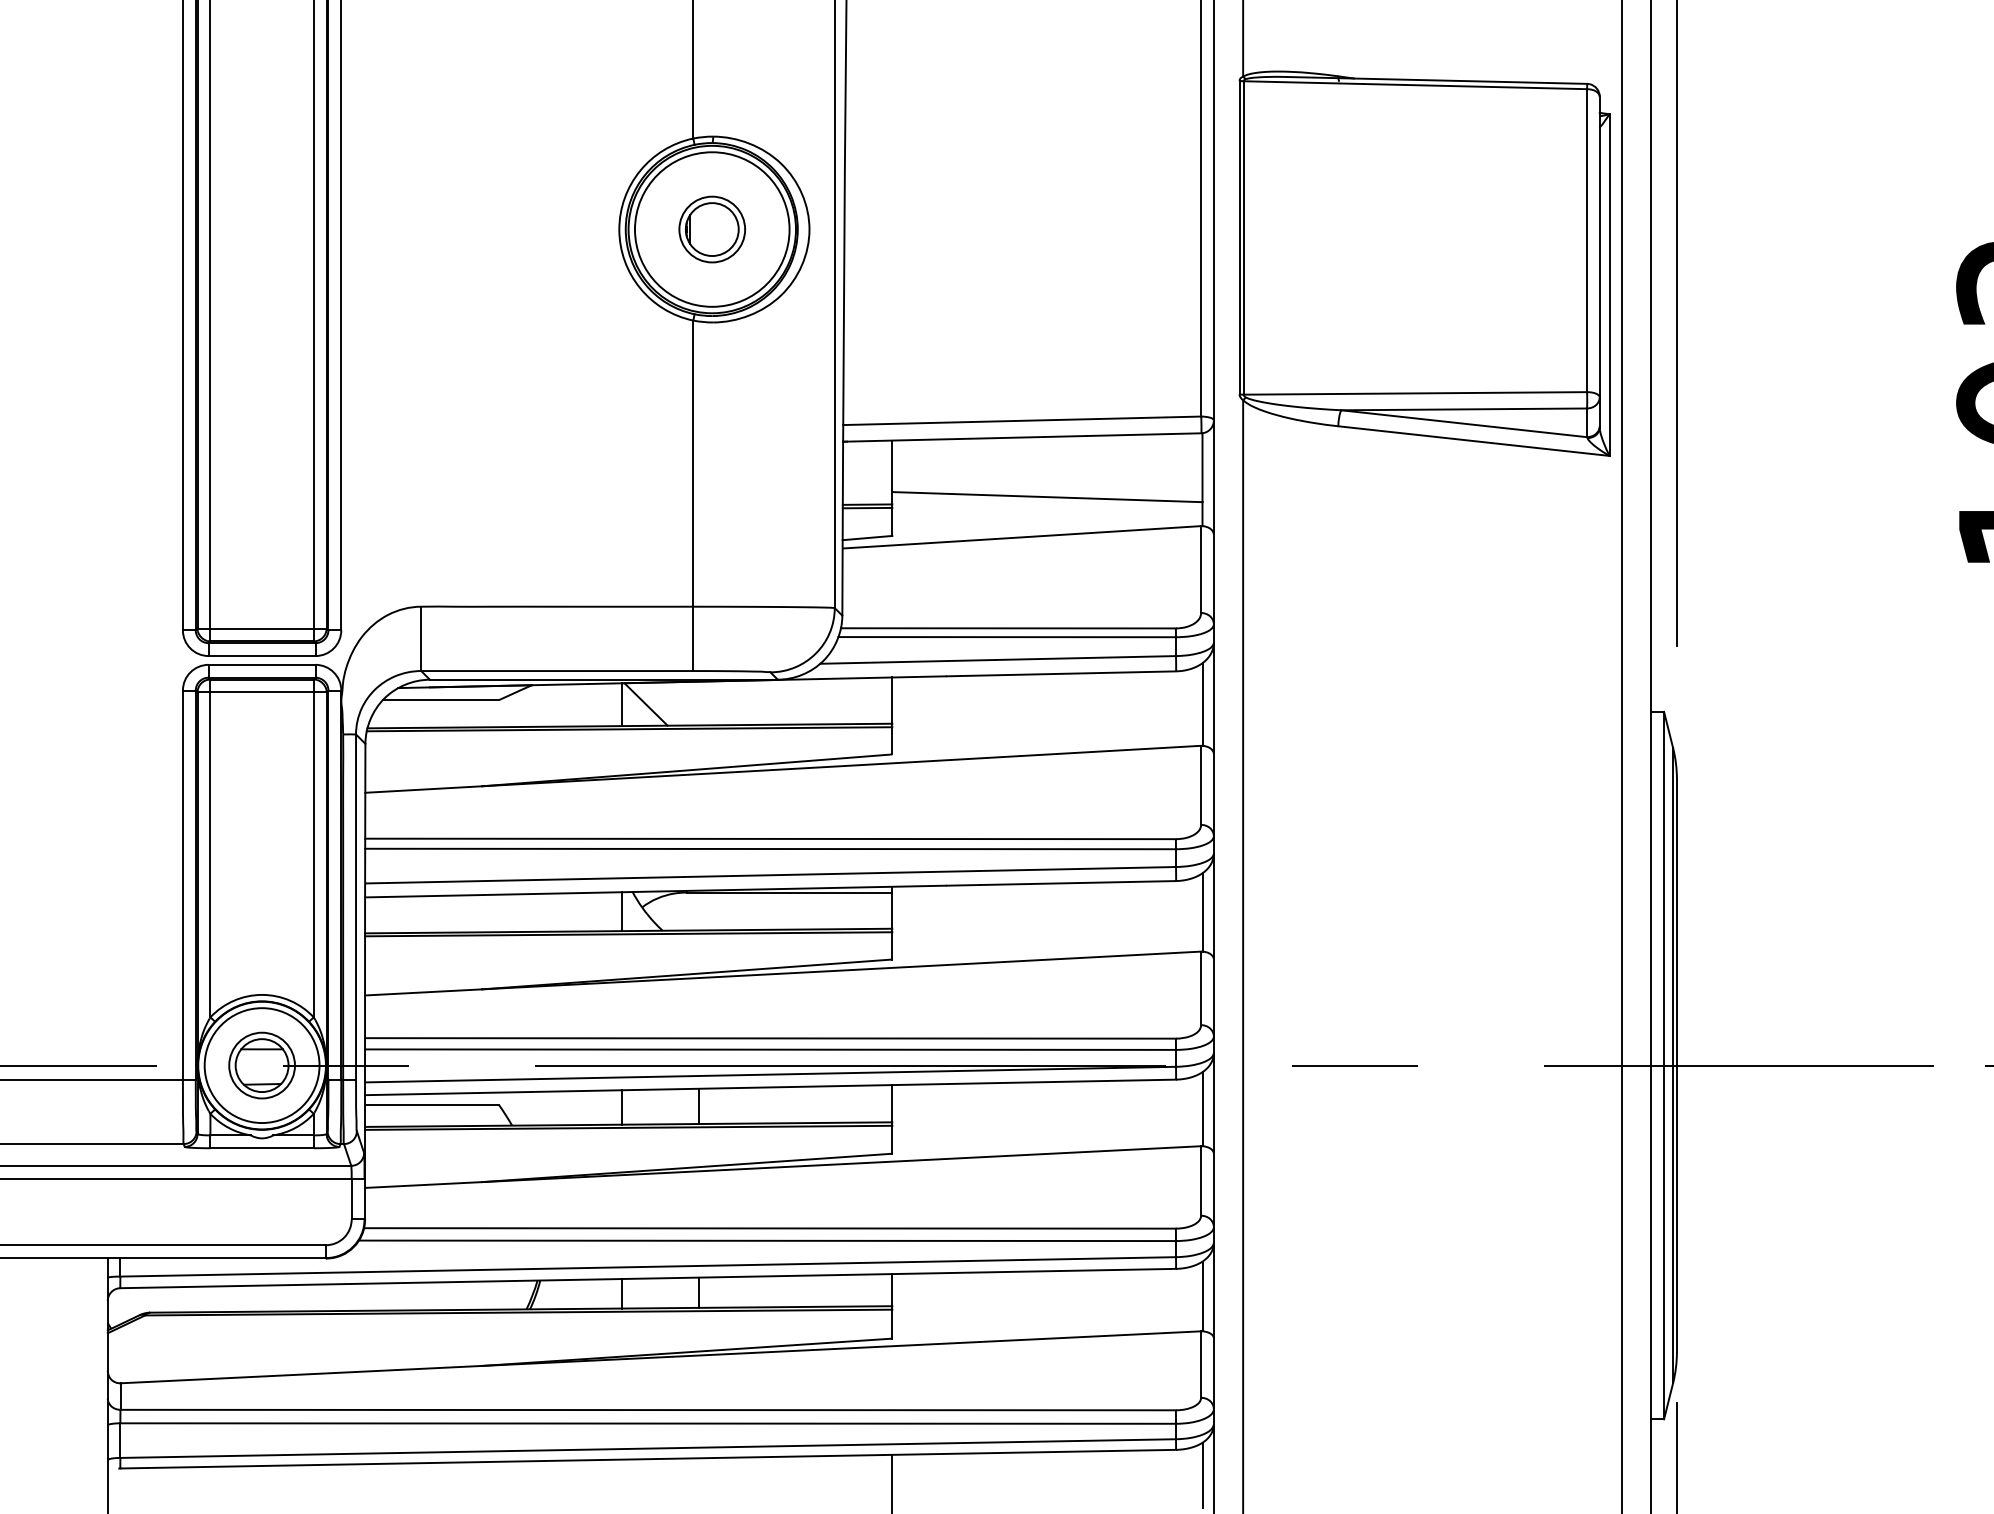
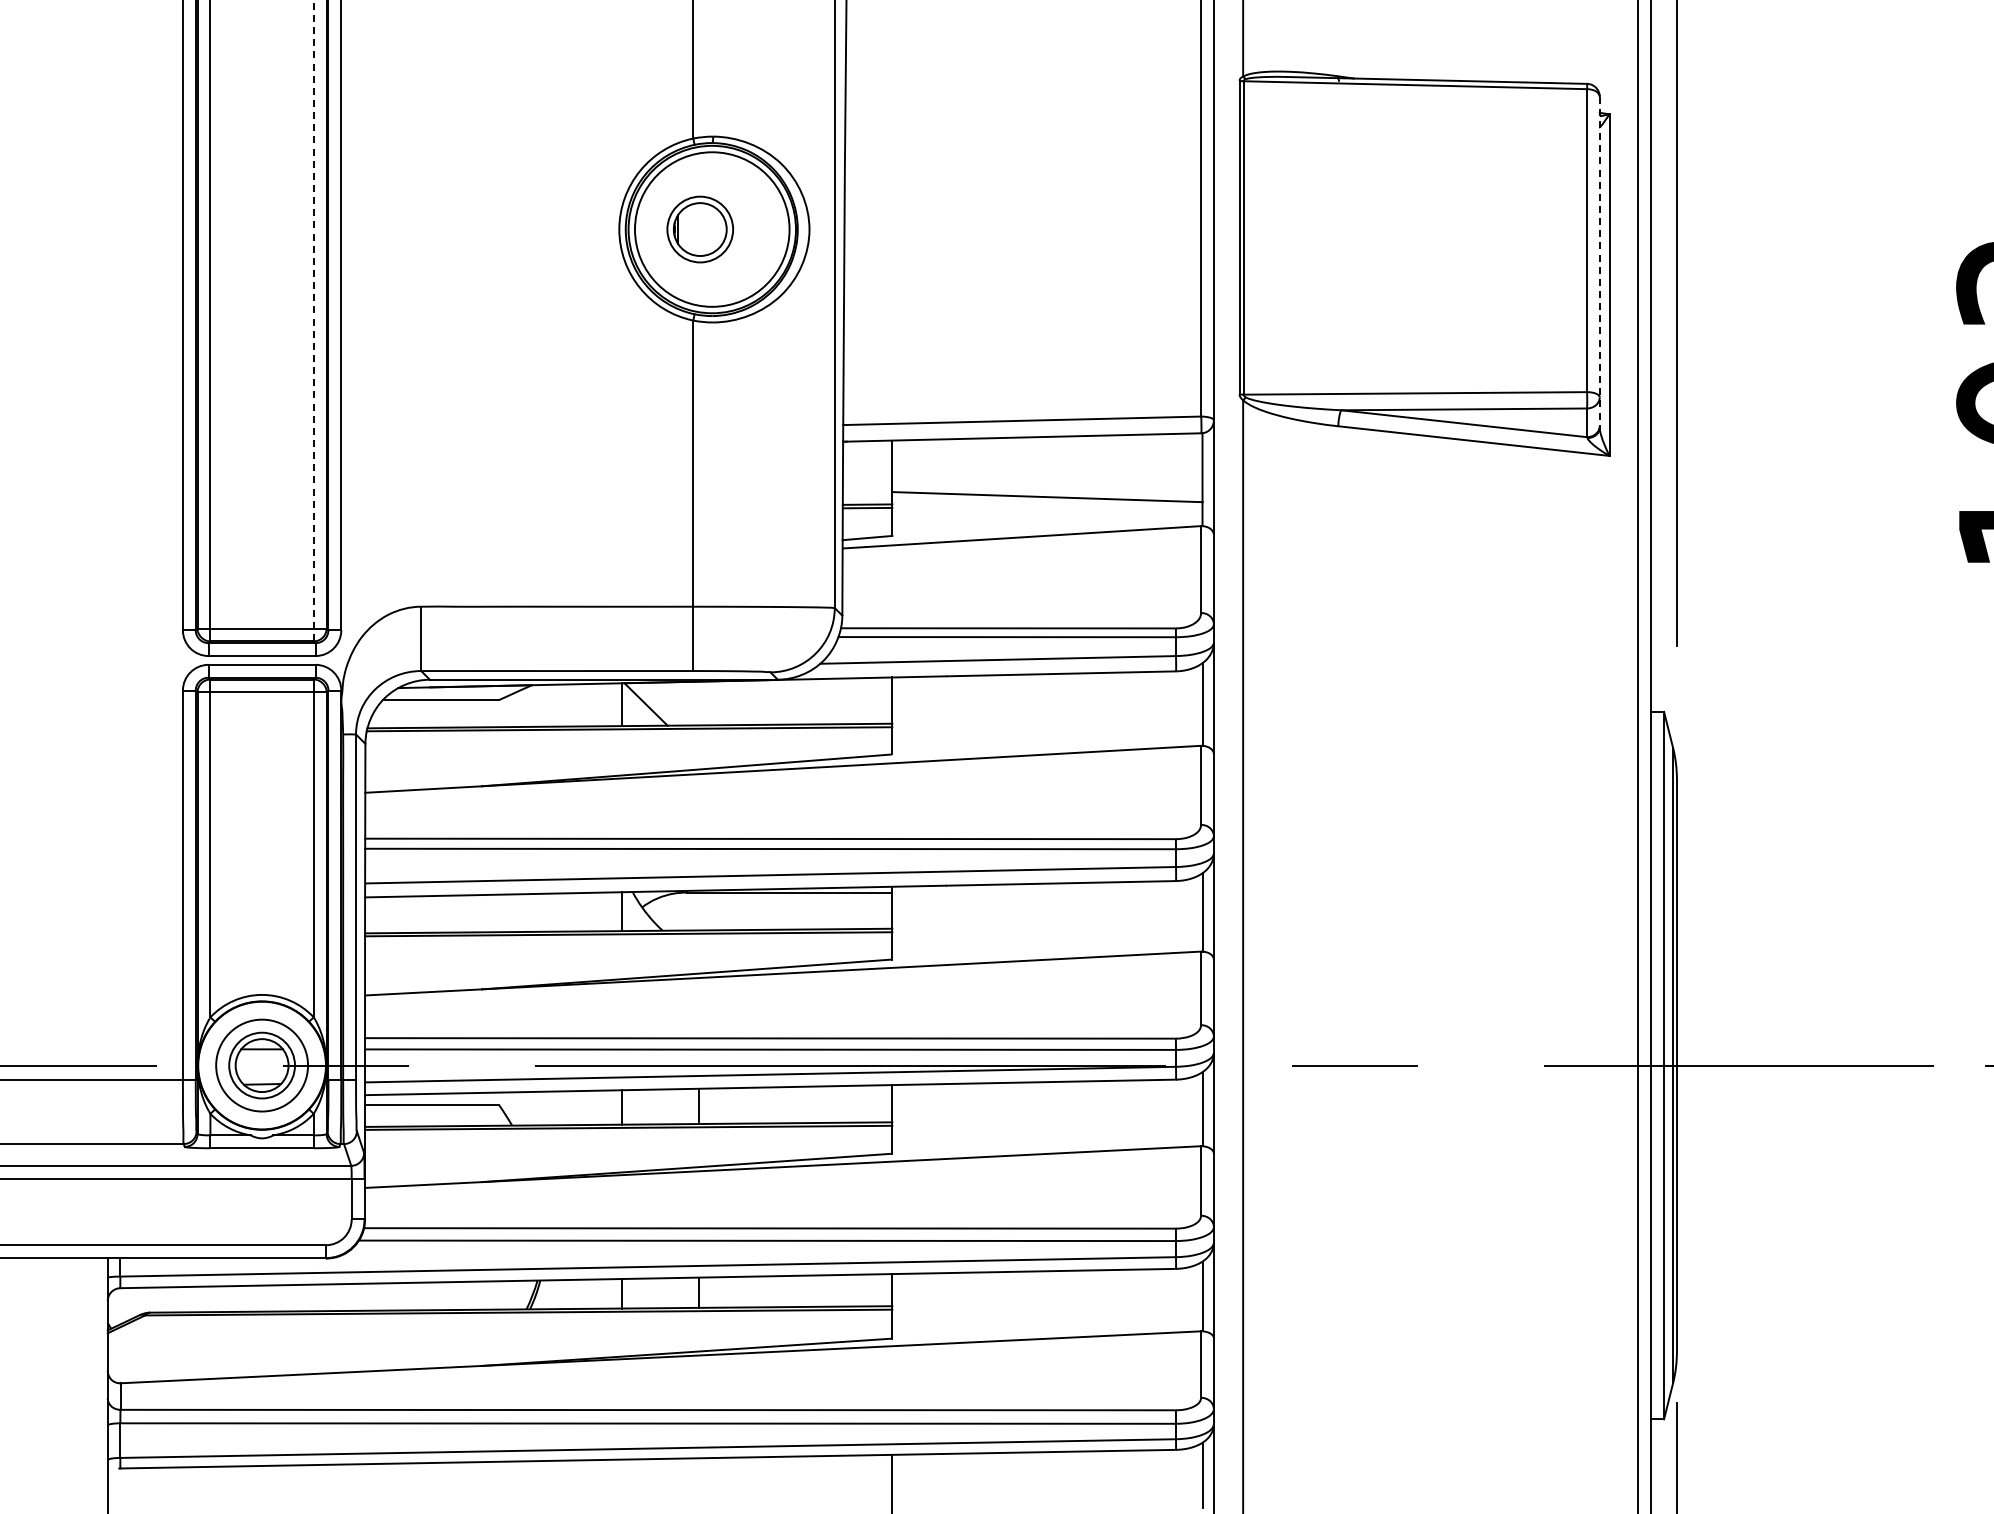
part at (711, 229) position: (711, 229) -> (699, 229)
line at (1599, 262): solid -> dashed
line at (313, 320): solid -> dashed
line at (1621, 756) position: (1621, 756) -> (1637, 756)
circle at (261, 1065) diameter: 115 px -> 92 px
